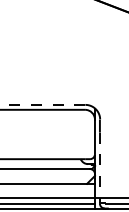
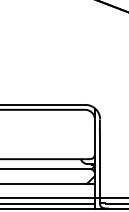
line at (42, 104): dashed -> solid
line at (99, 168): dashed -> solid
